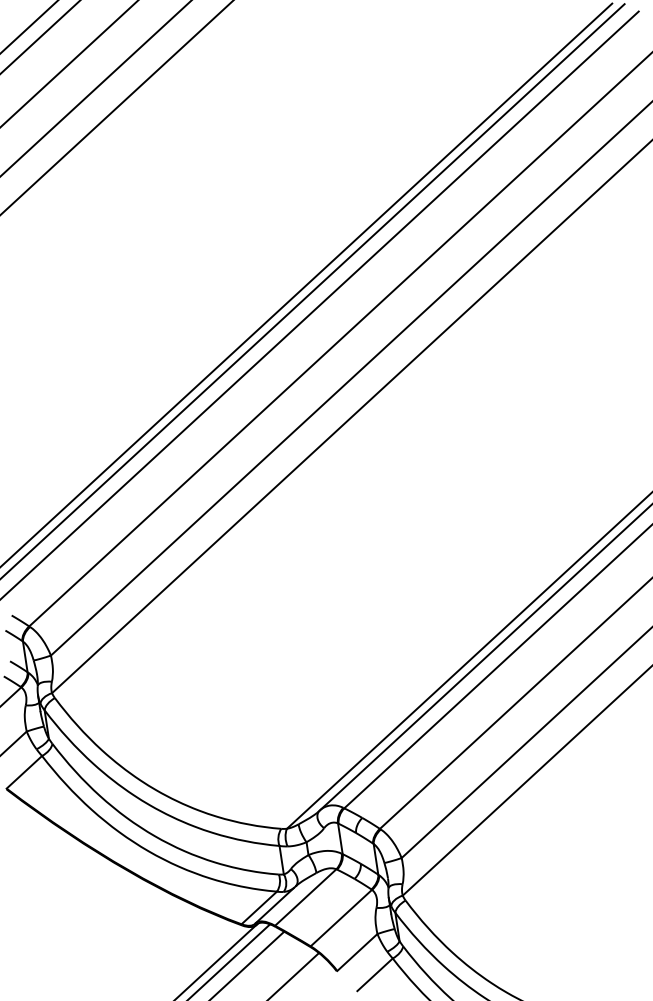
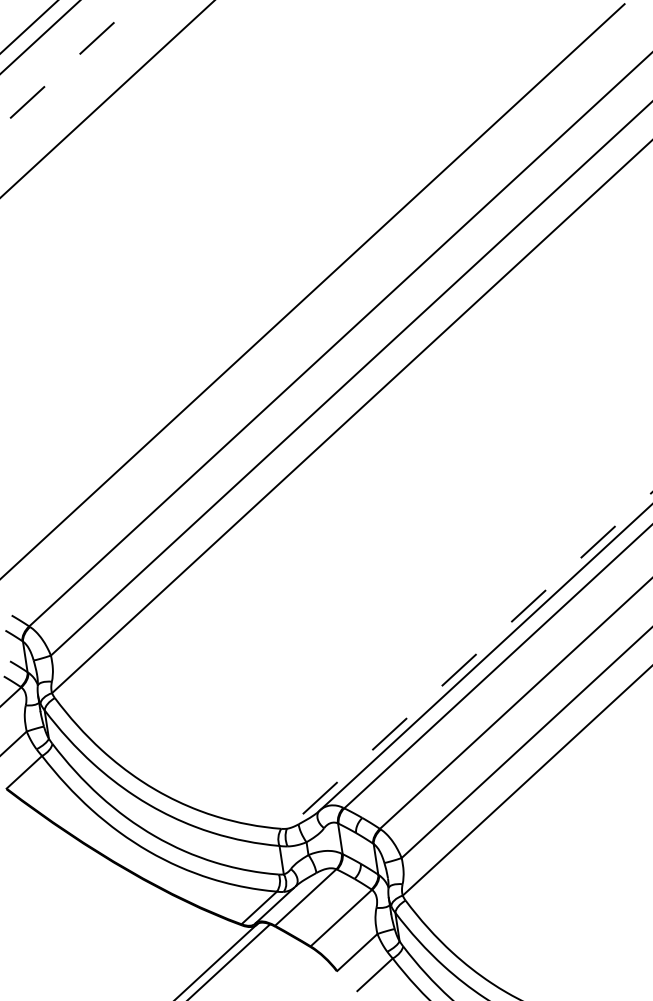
line at (69, 63): solid -> dashed
line at (95, 88): present -> none
line at (116, 107) position: (116, 107) -> (107, 99)
line at (307, 284): present -> none
line at (320, 304): present -> none
line at (469, 660): solid -> dashed
line at (248, 964): present -> none
line at (294, 975): present -> none
